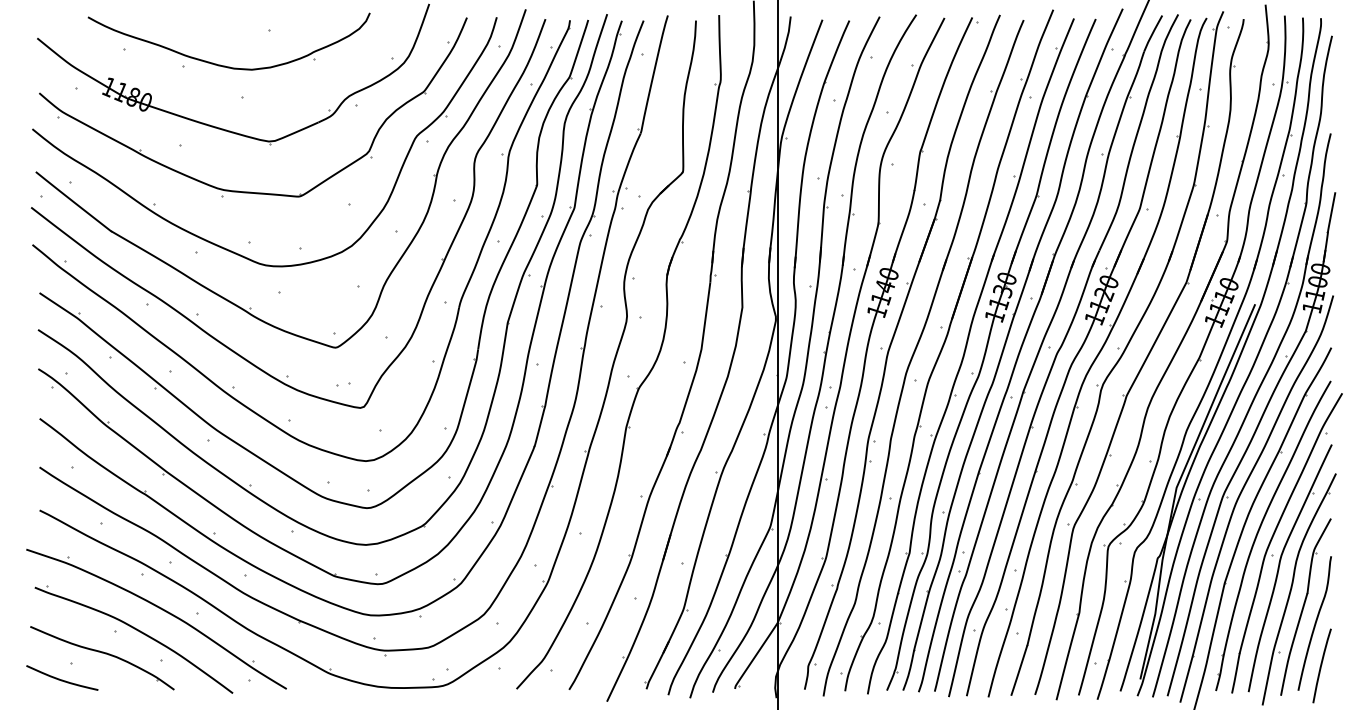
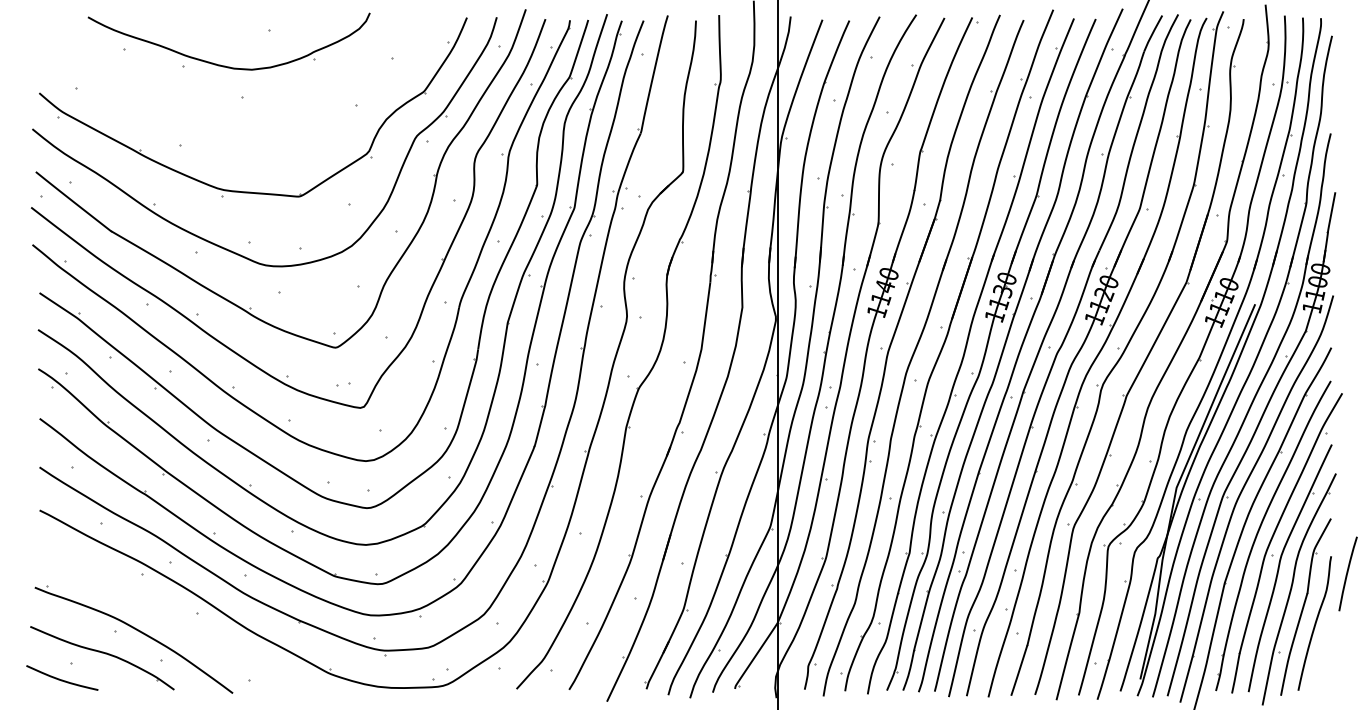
part at (216, 126): present -> none
part at (160, 609): present -> none
curve at (1321, 665) position: (1321, 665) -> (1347, 573)
